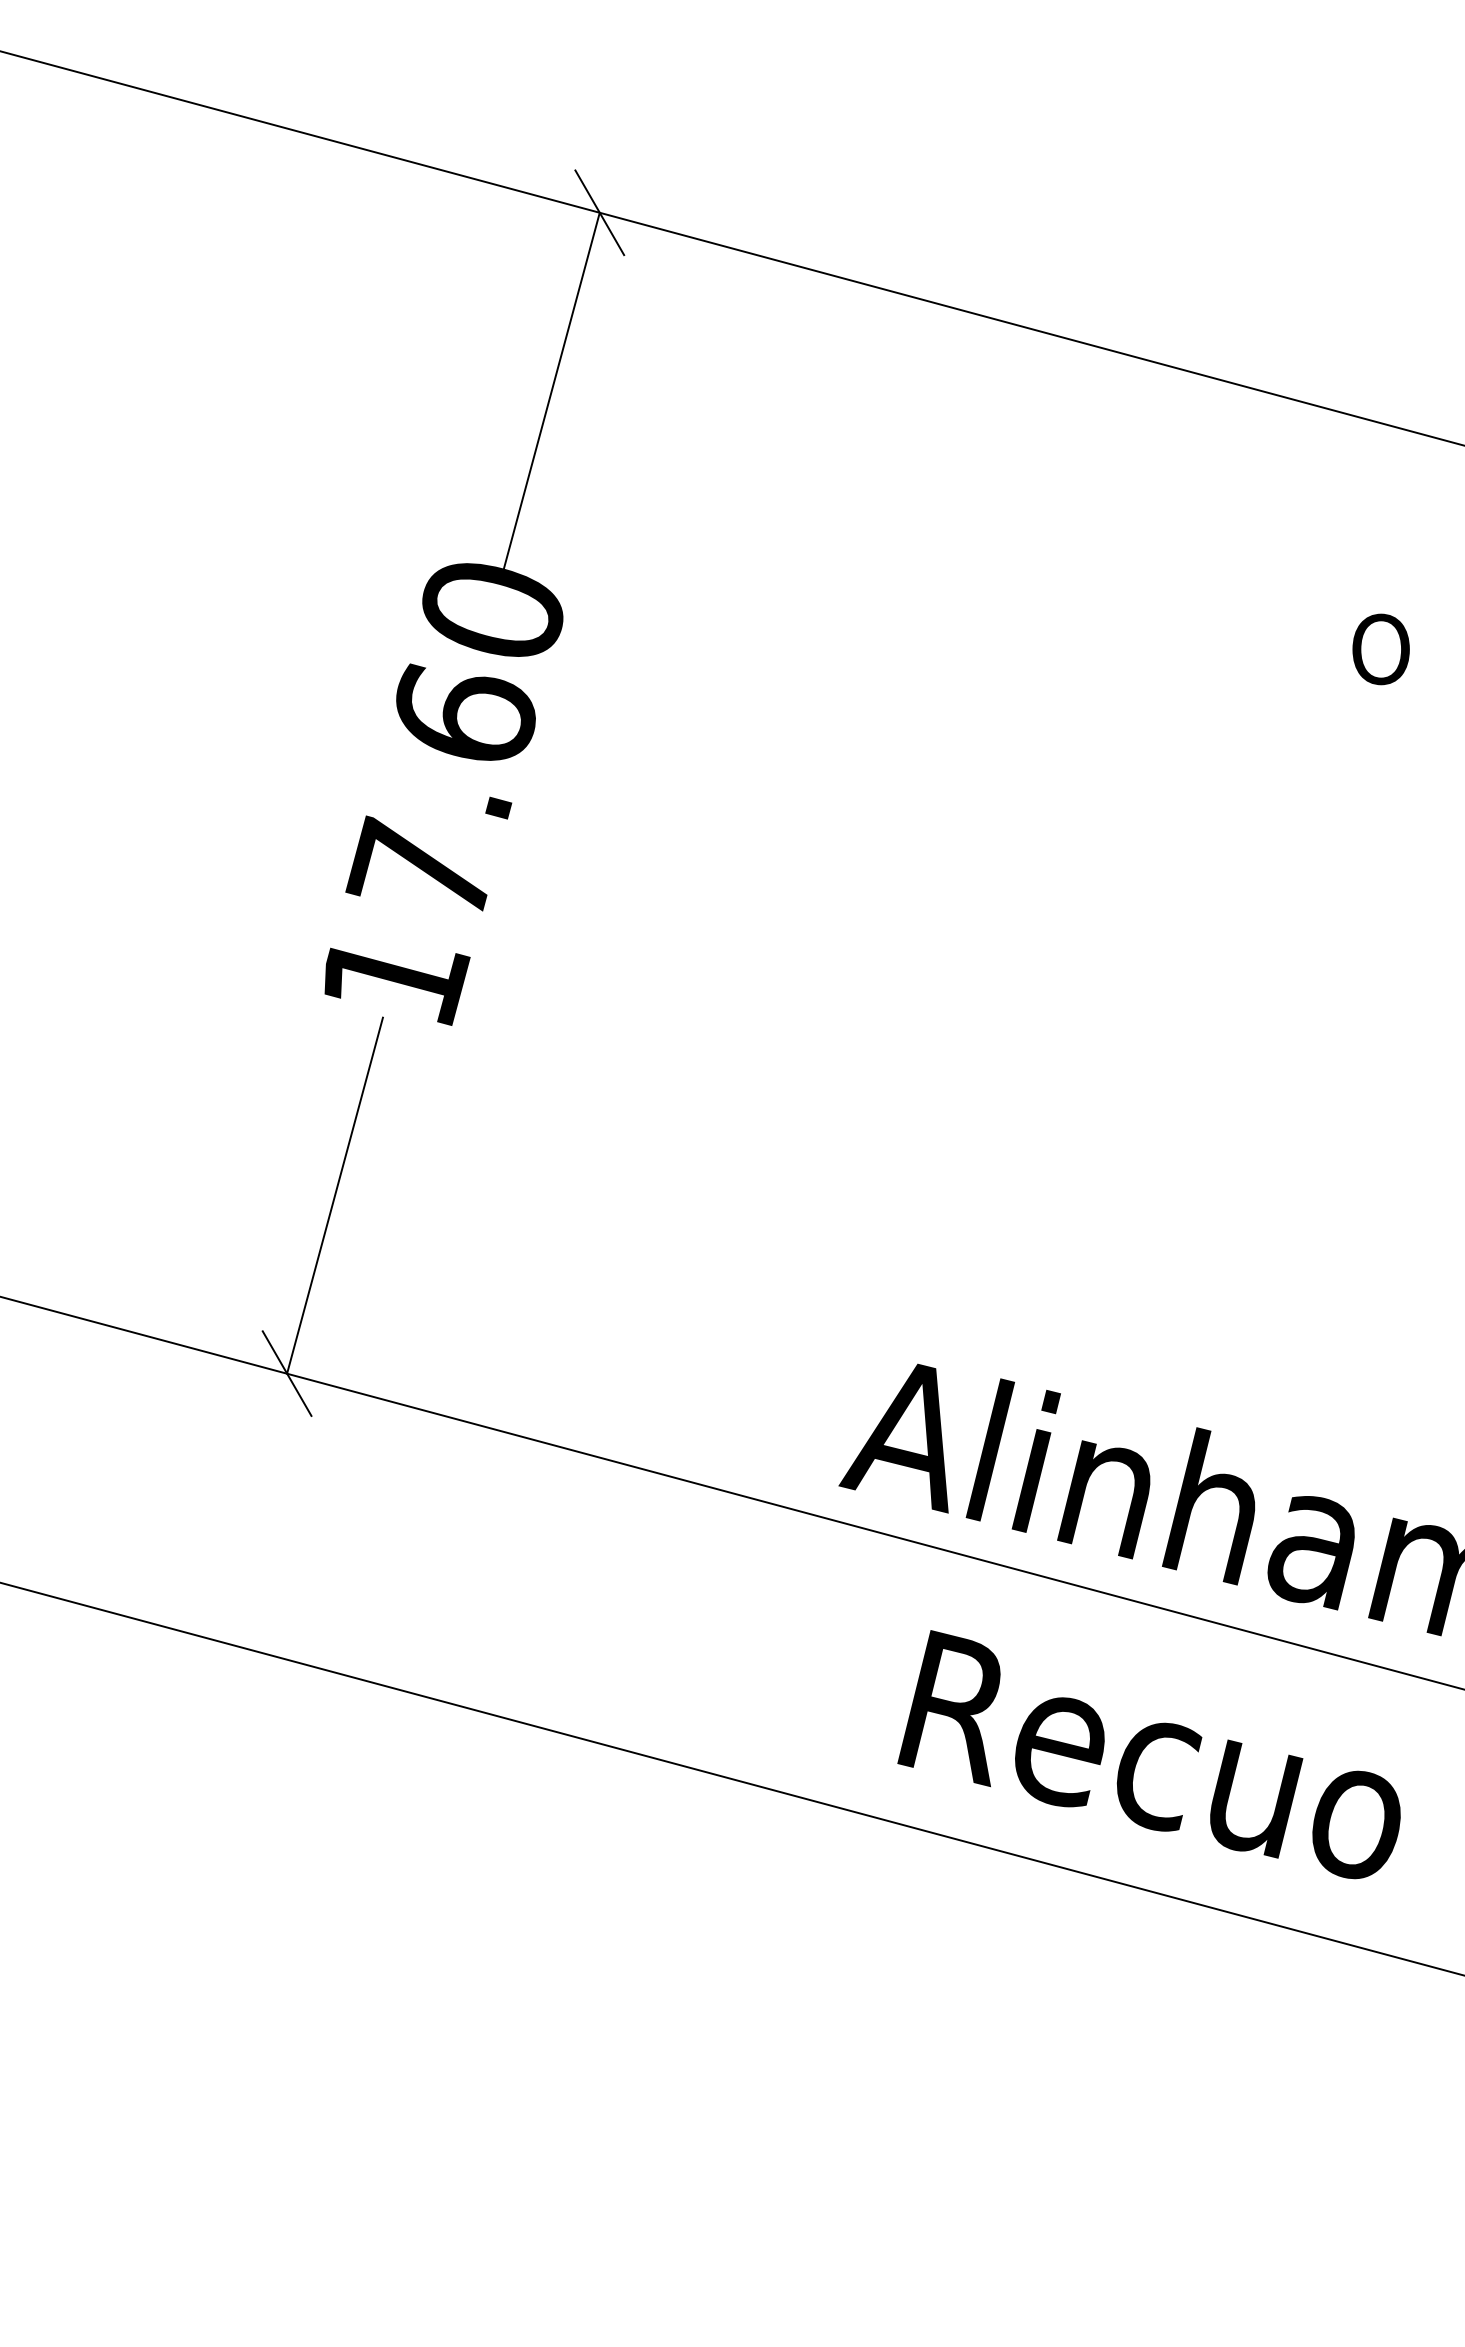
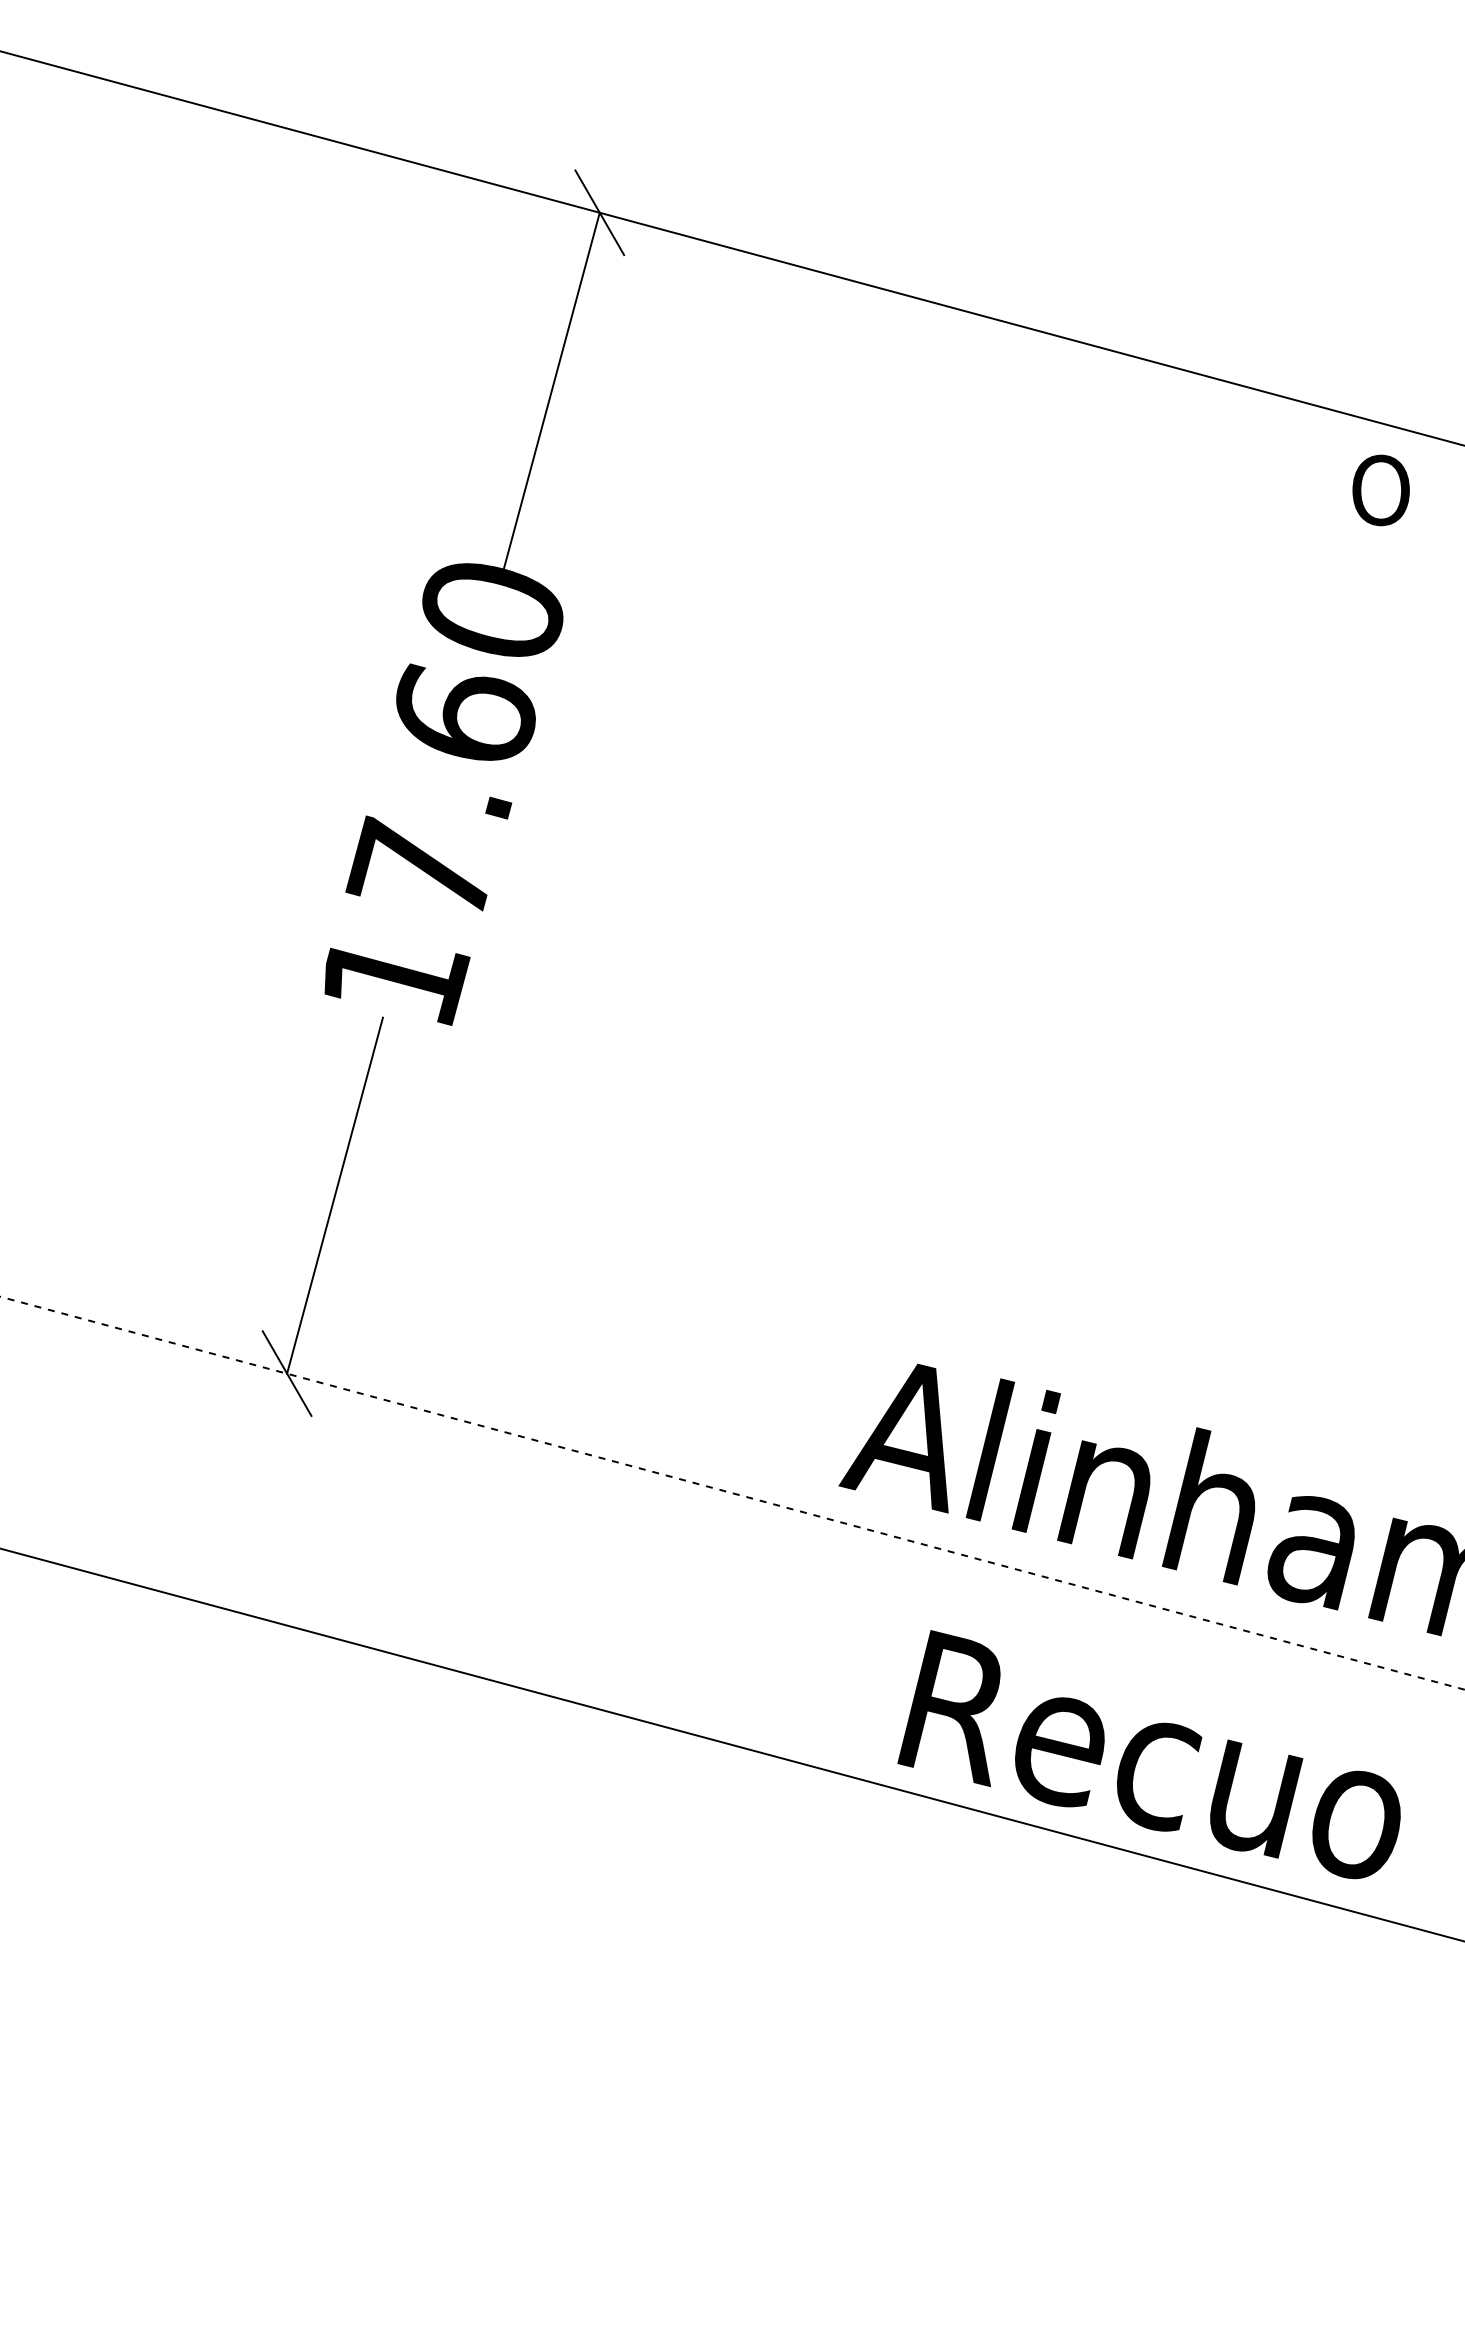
text at (1380, 649) position: (1380, 649) -> (1380, 490)
line at (733, 1493): solid -> dashed
line at (731, 1778) position: (731, 1778) -> (731, 1744)
